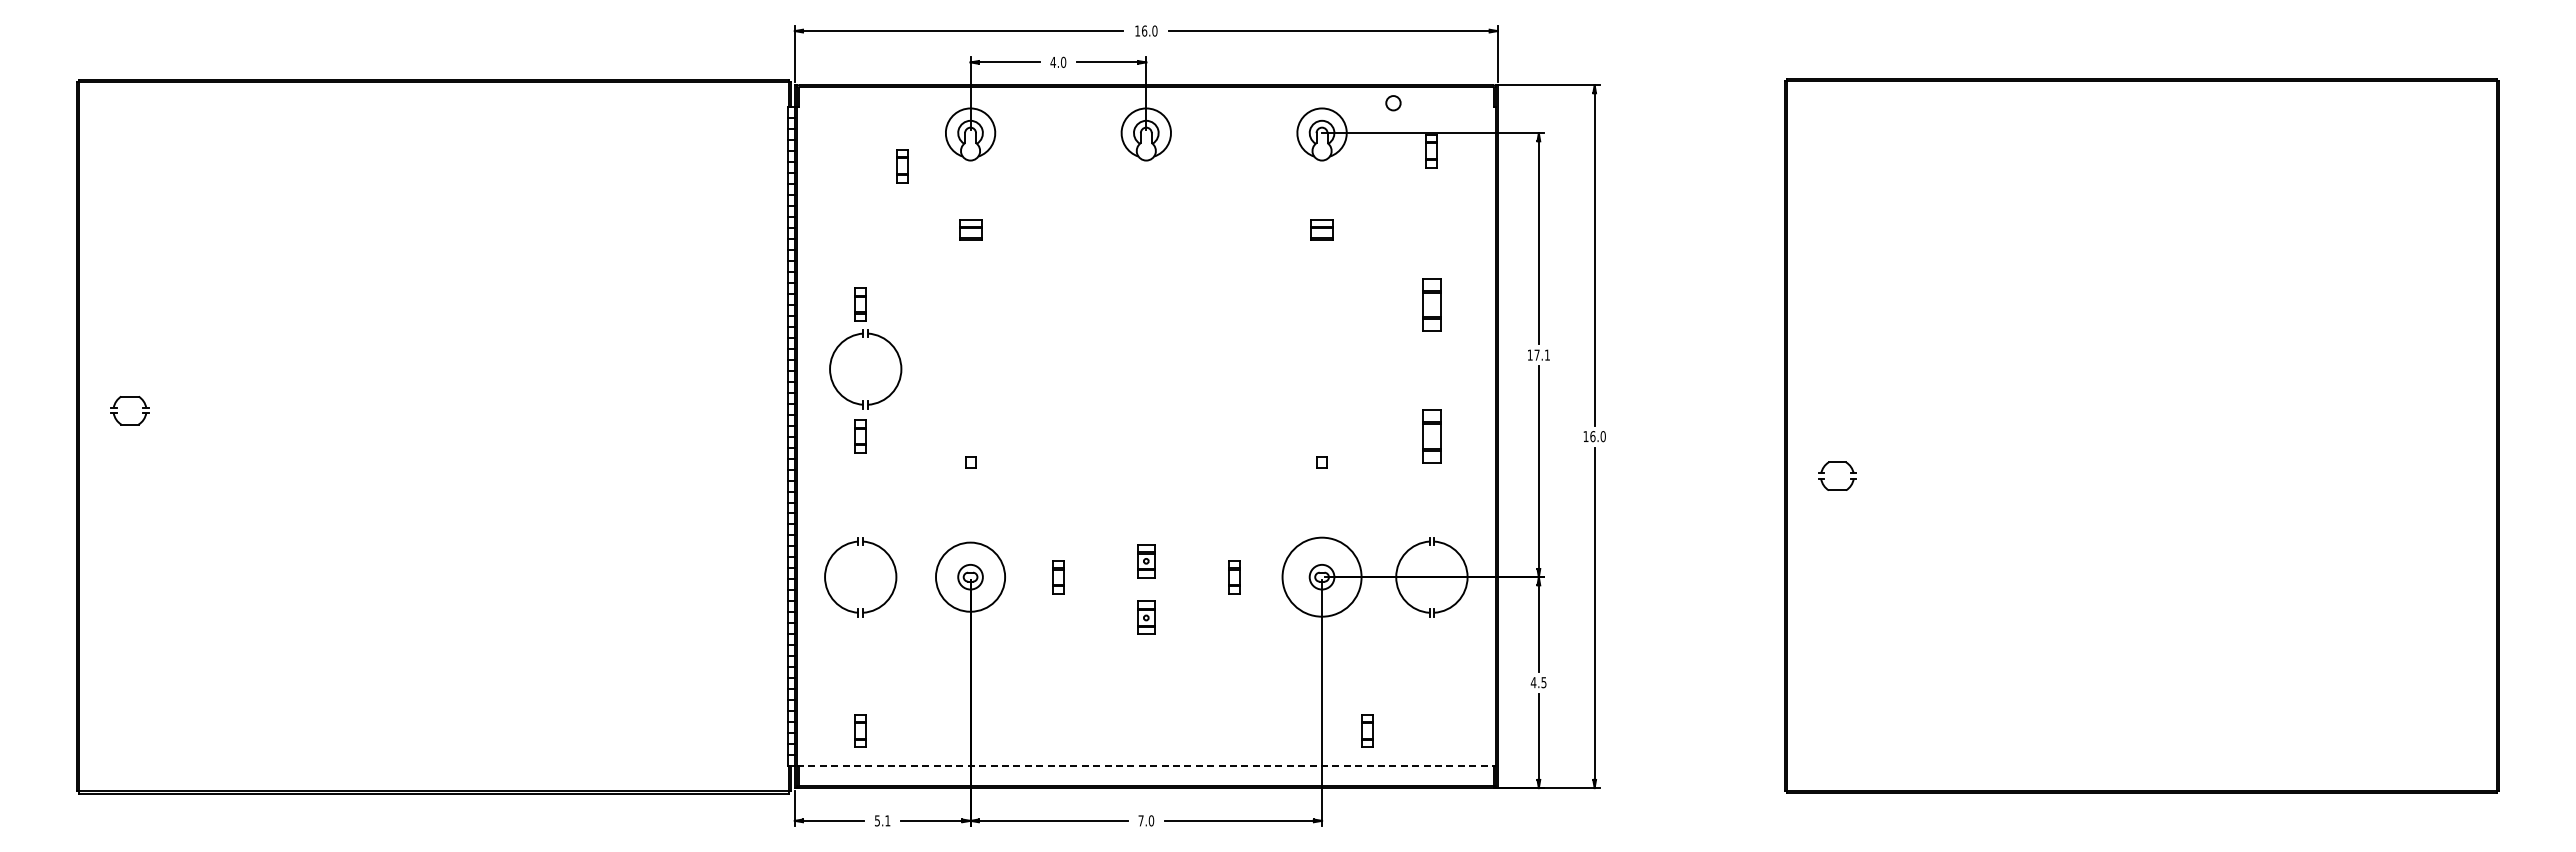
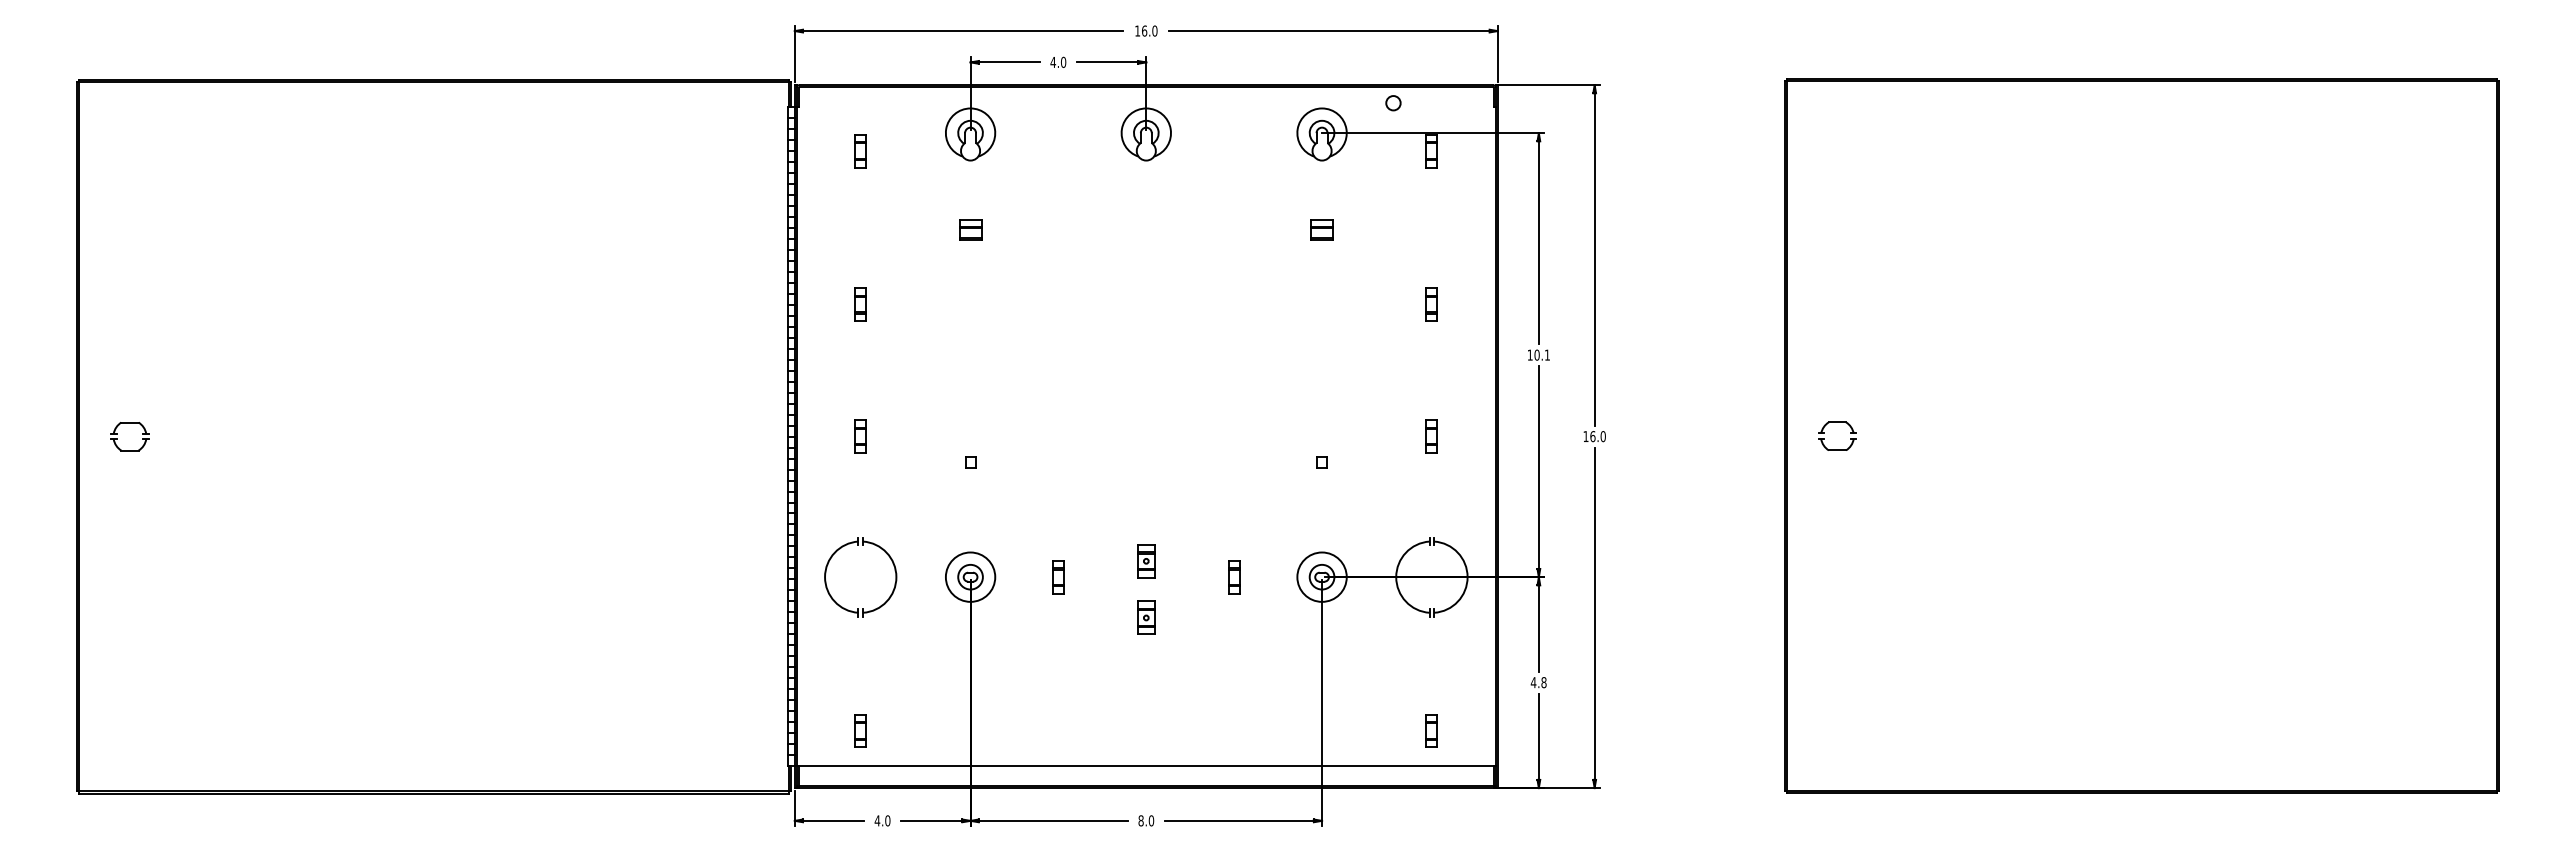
part at (902, 166) position: (902, 166) -> (860, 151)
part at (1431, 304) size: 20x54 px -> 13x35 px
text at (1536, 354): 17.1 -> 10.1
part at (863, 400): present -> none
part at (117, 408) position: (117, 408) -> (117, 434)
part at (1431, 436) size: 20x55 px -> 13x35 px
part at (1837, 462) position: (1837, 462) -> (1837, 422)
circle at (970, 576) diameter: 69 px -> 49 px
circle at (1321, 576) diameter: 79 px -> 49 px
text at (1543, 682): 4.5 -> 4.8
part at (1367, 730) position: (1367, 730) -> (1431, 730)
line at (1146, 766): dashed -> solid
text at (882, 820): 5.1 -> 4.0
text at (1140, 820): 7.0 -> 8.0
